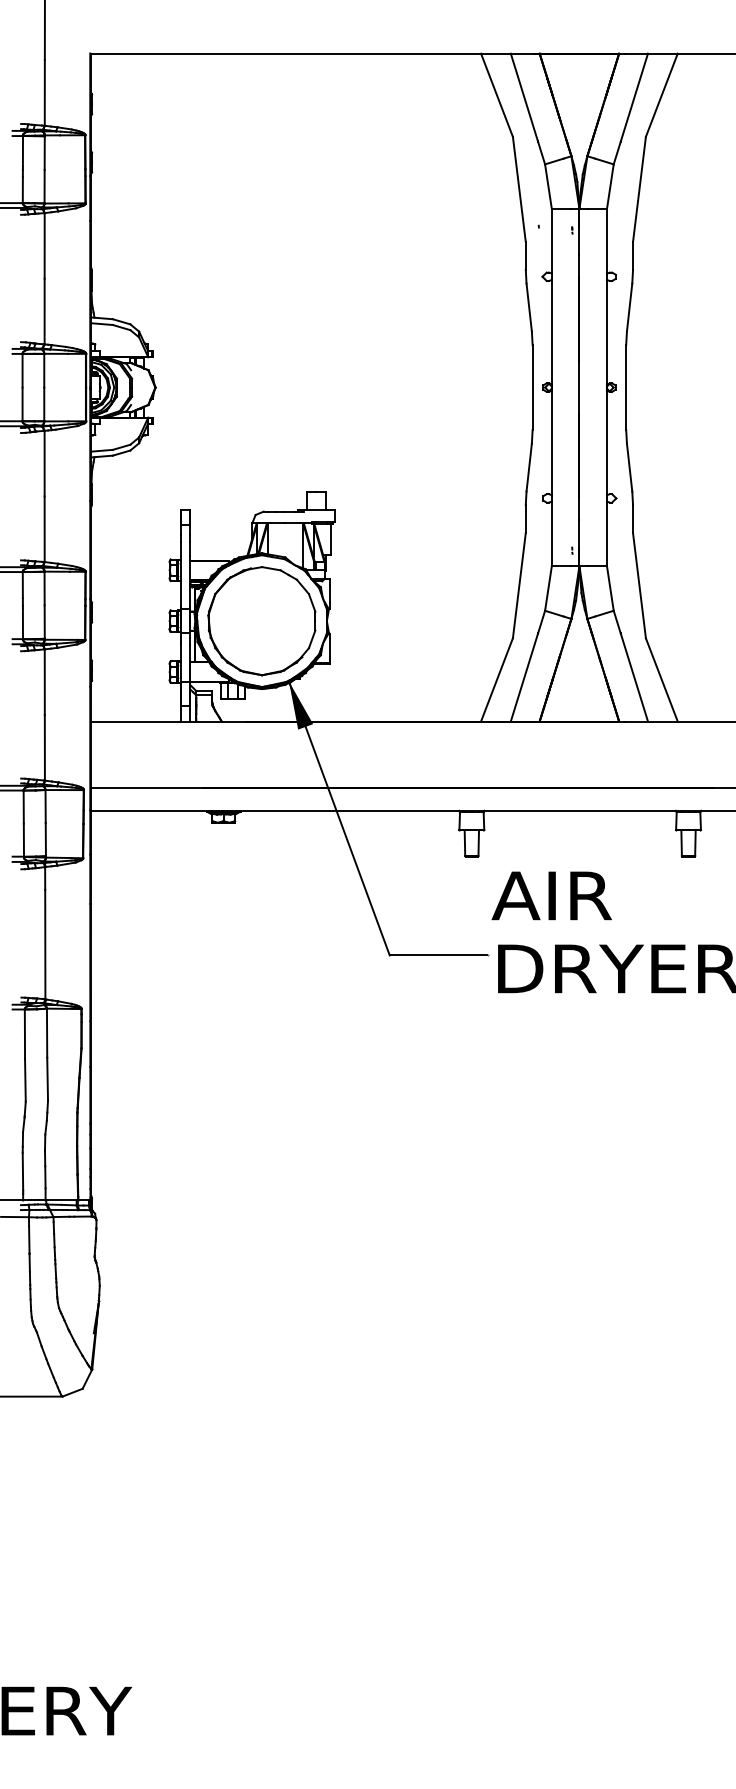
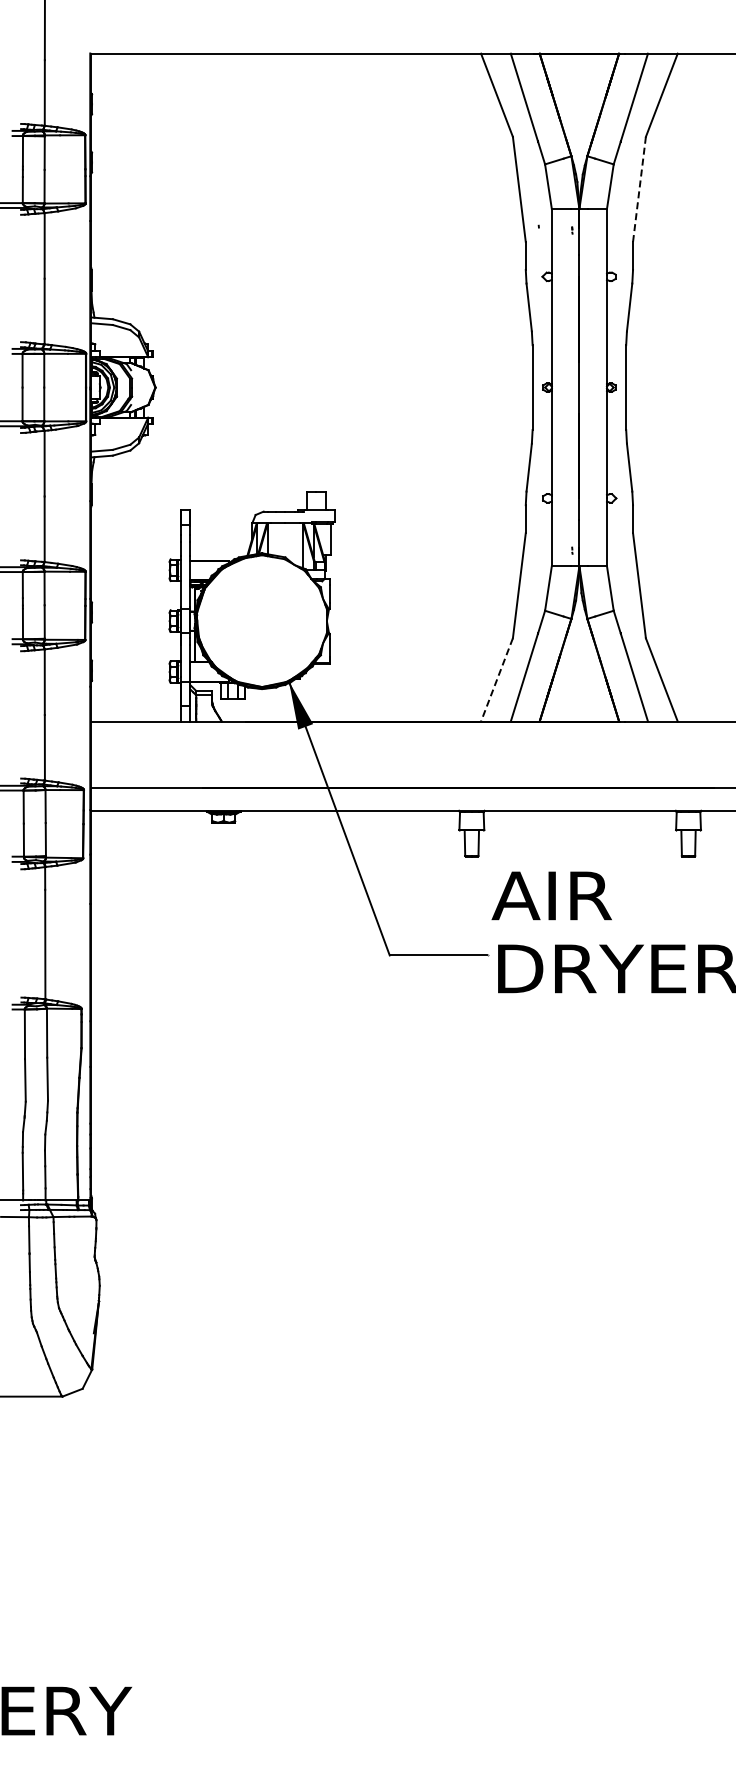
line at (639, 189): solid -> dashed
part at (261, 621): present -> none
line at (497, 679): solid -> dashed
